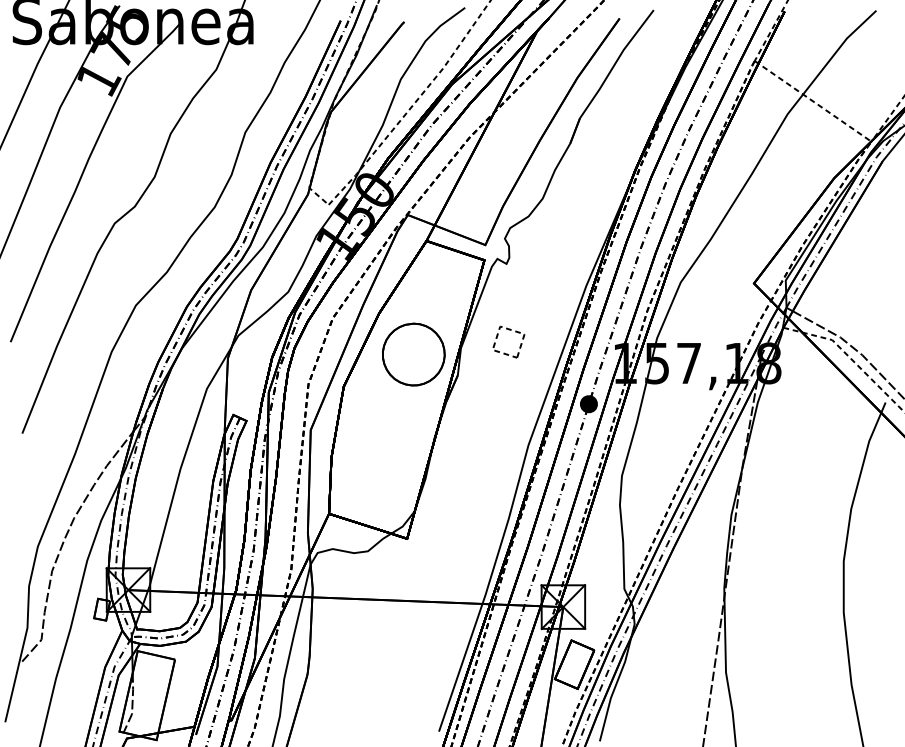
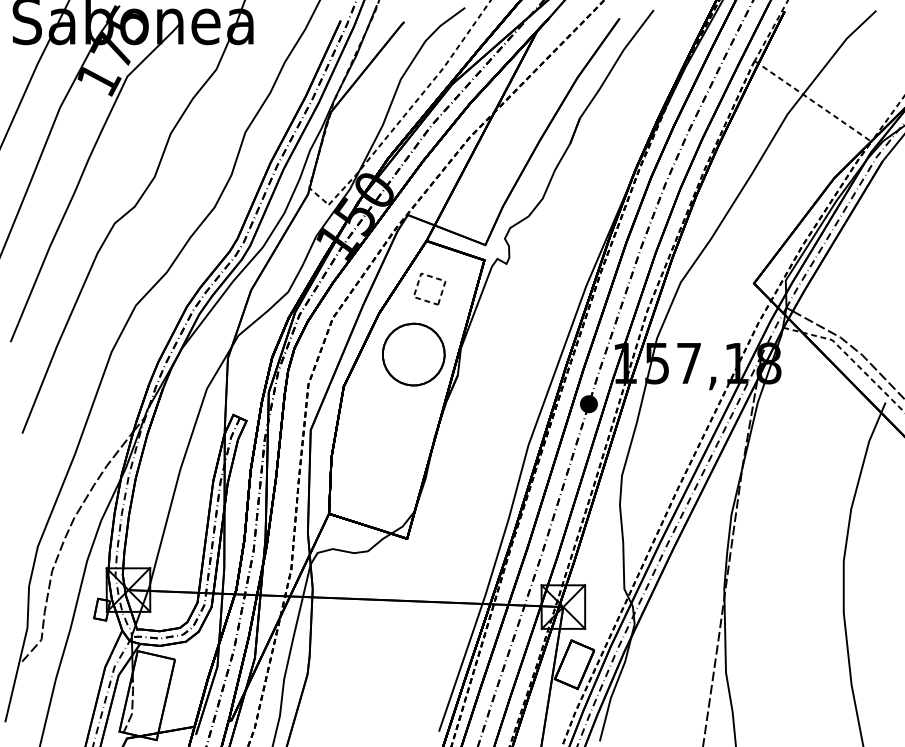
part at (508, 330) position: (508, 330) -> (429, 277)
